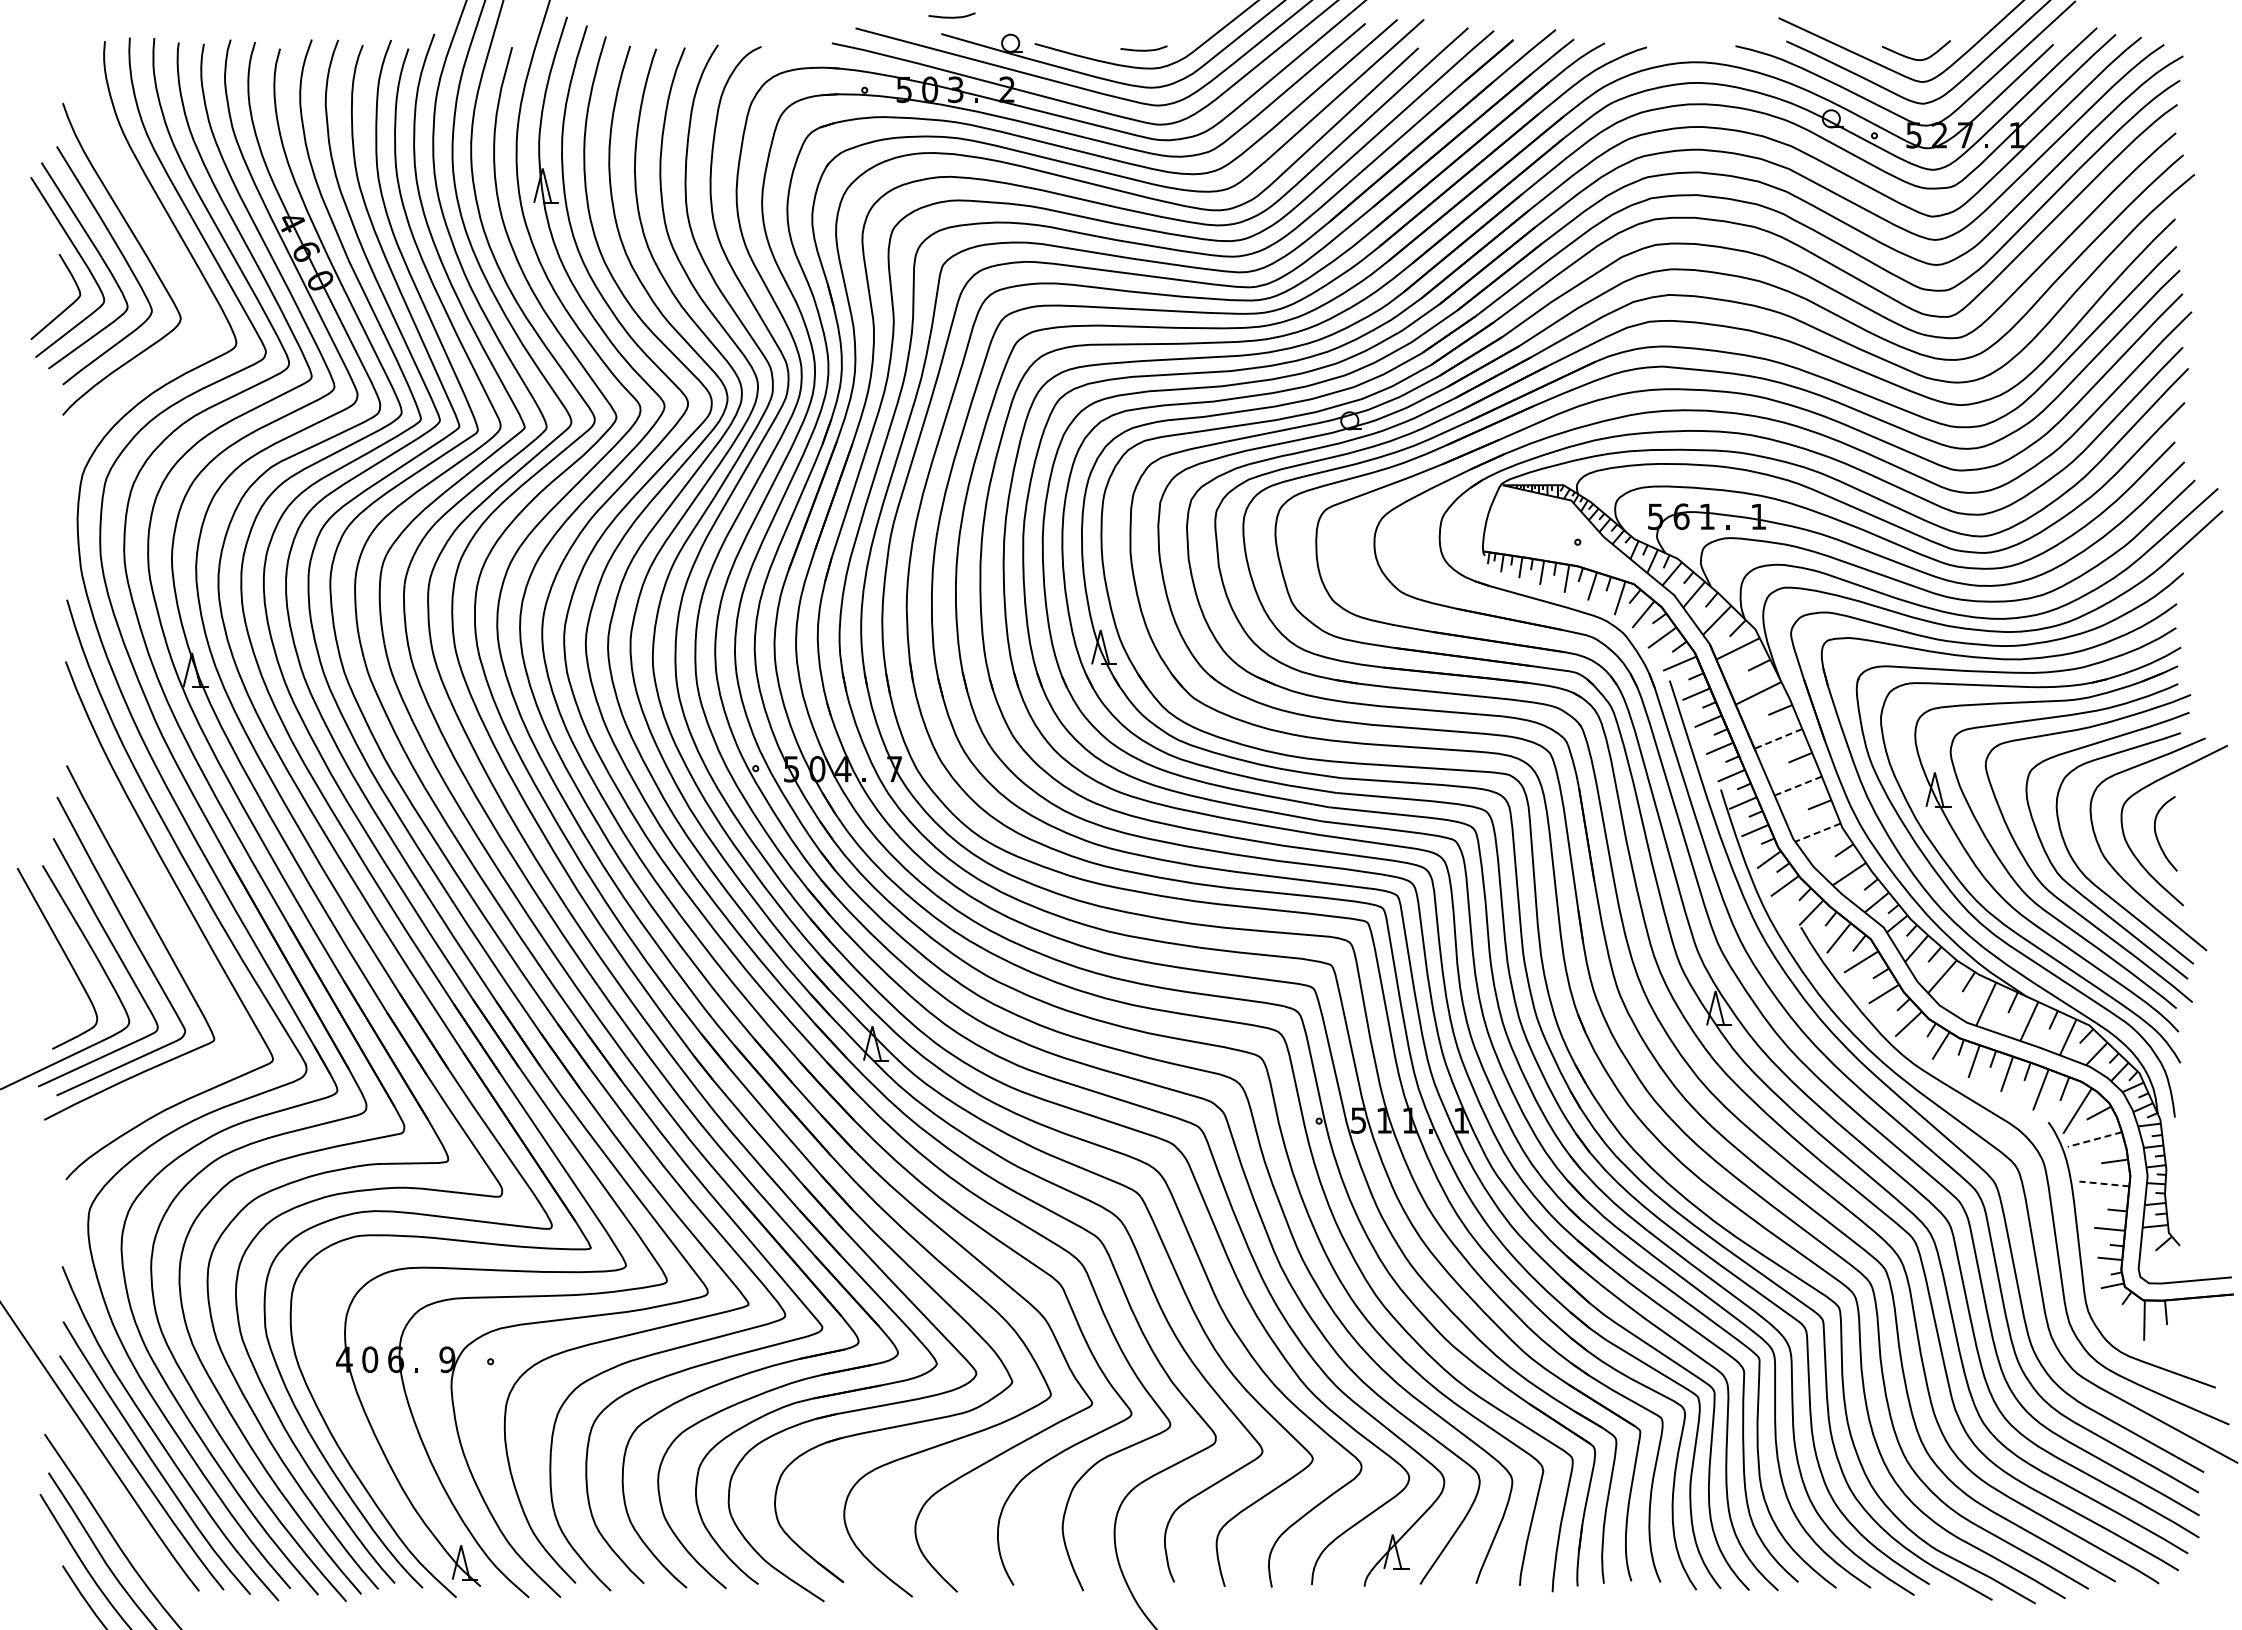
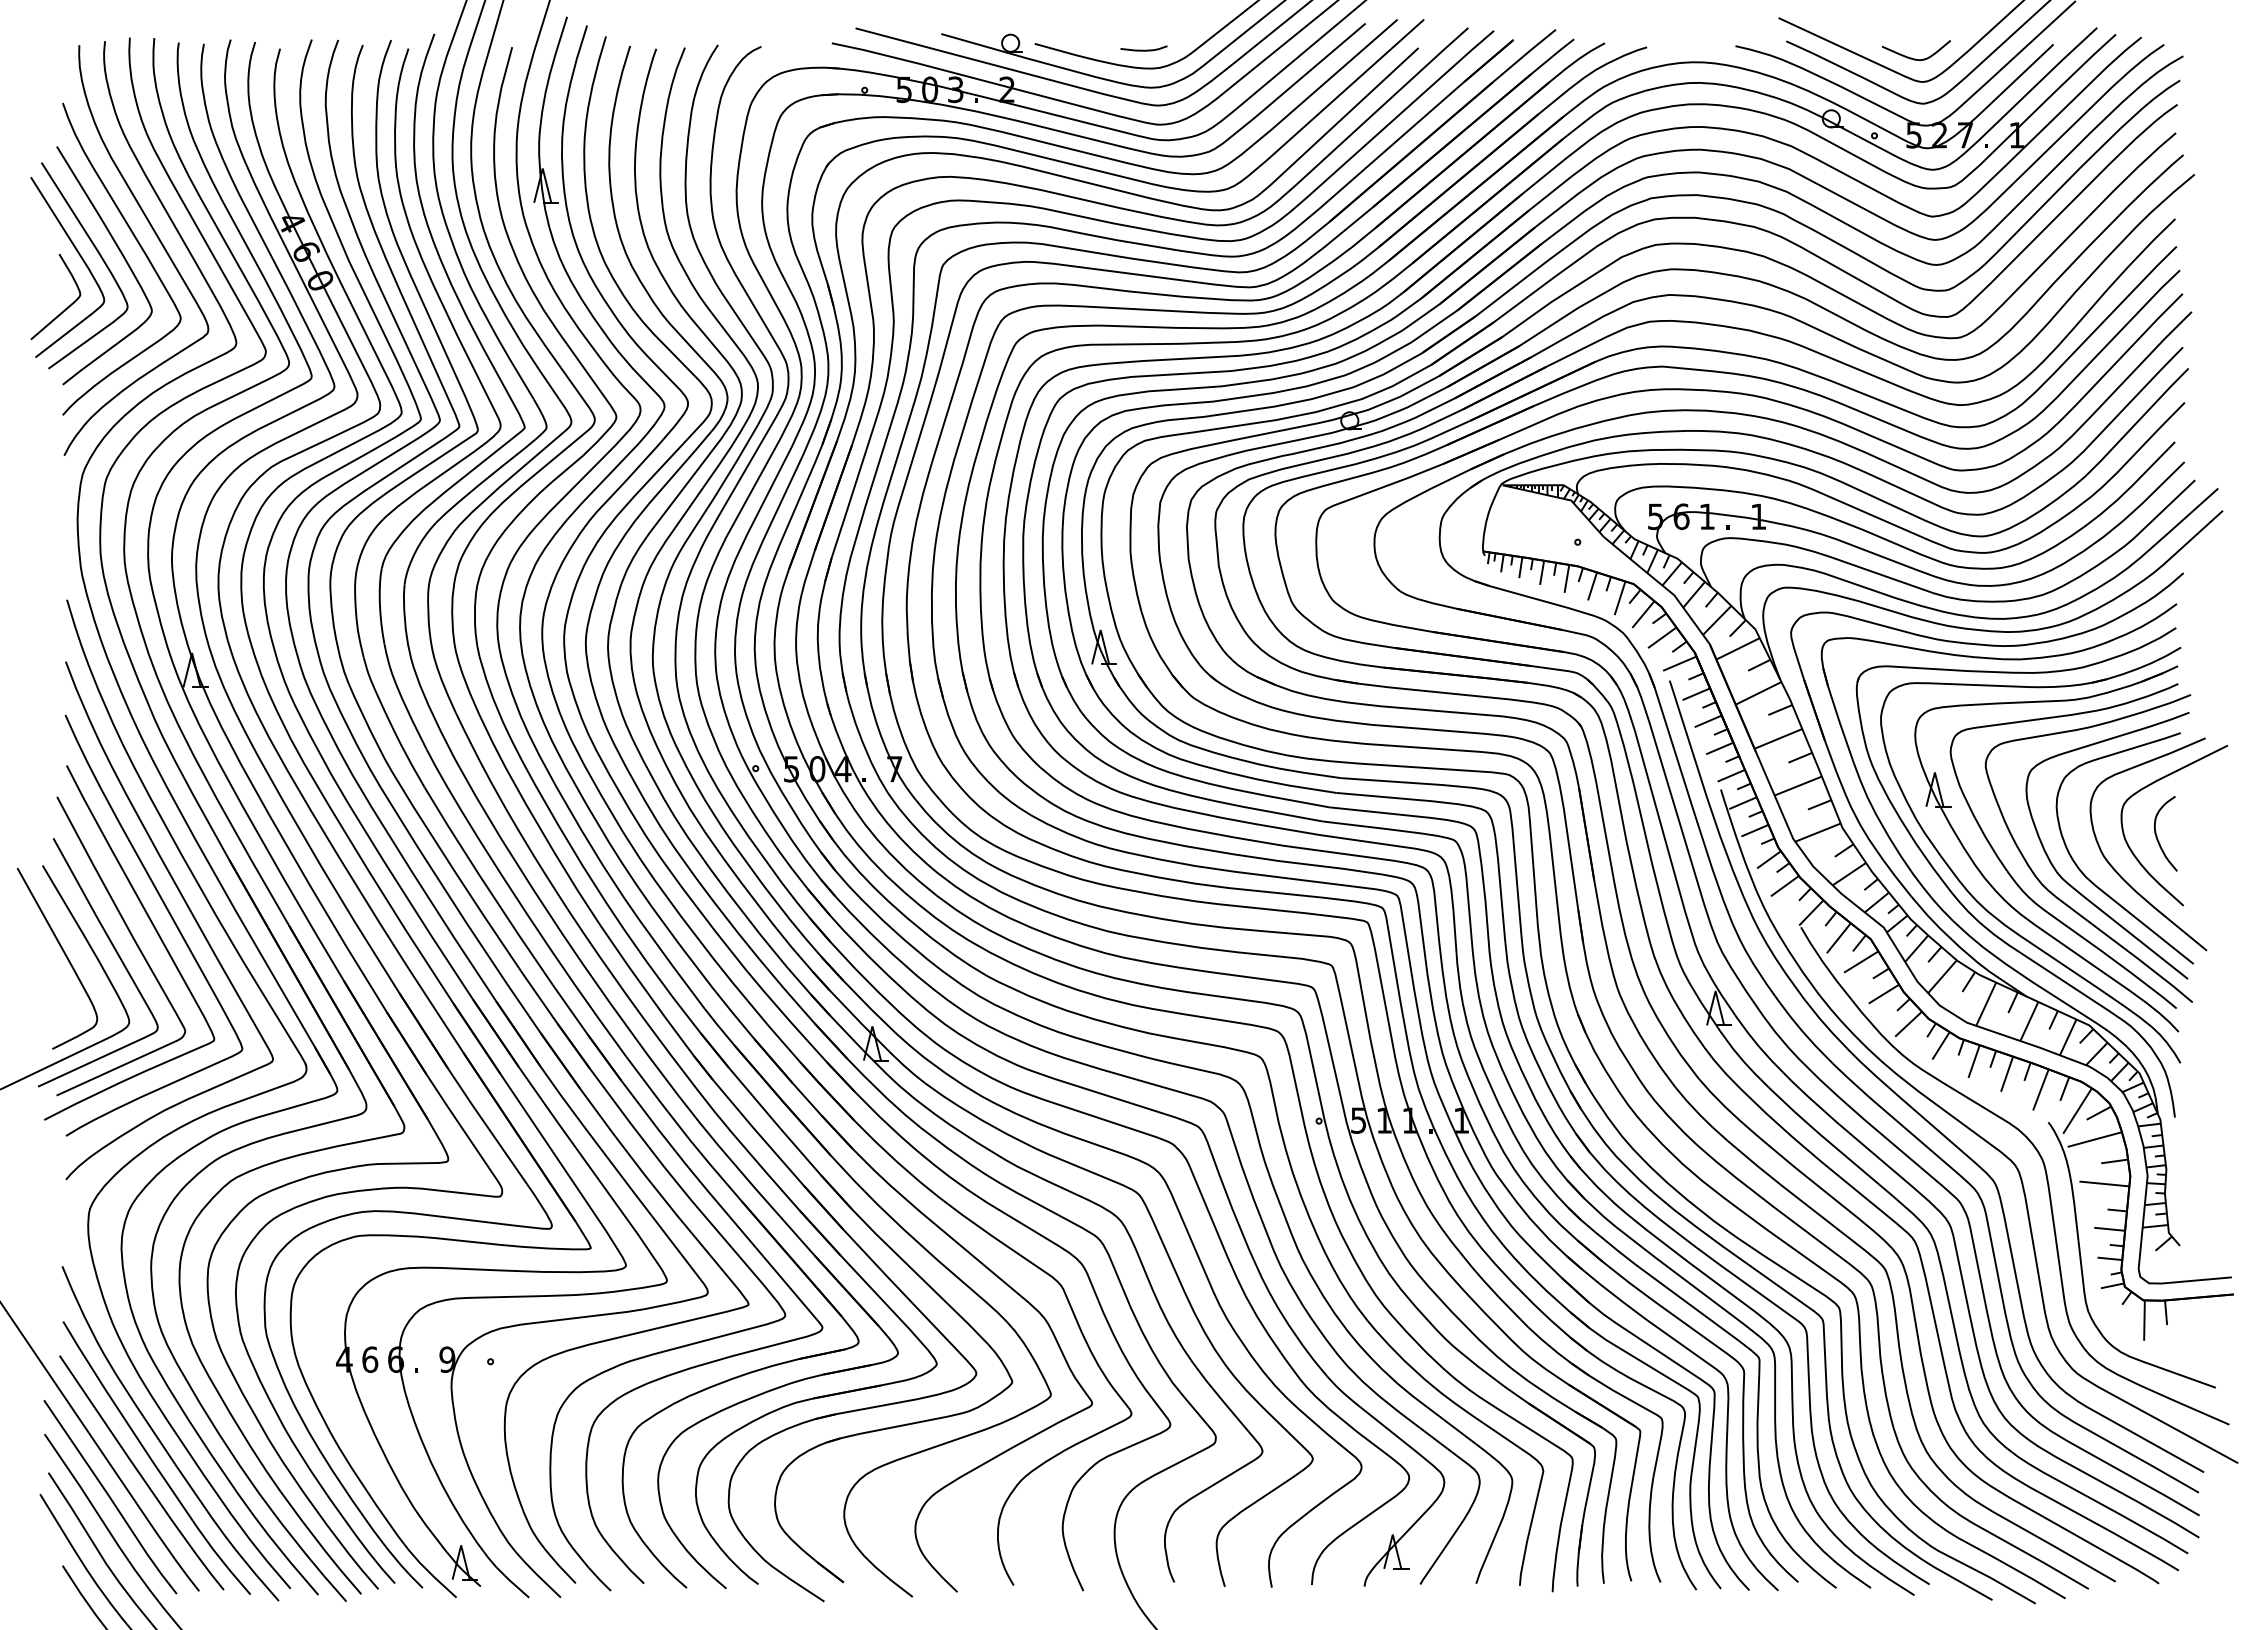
curve at (951, 16): present -> none
curve at (158, 240): none -> present
line at (1778, 738): dashed -> solid
line at (1797, 786): dashed -> solid
line at (1817, 832): dashed -> solid
curve at (170, 917): none -> present
line at (2094, 1139): dashed -> solid
line at (2103, 1183): dashed -> solid
text at (370, 1359): 0 -> 6
line at (110, 1497): none -> present
